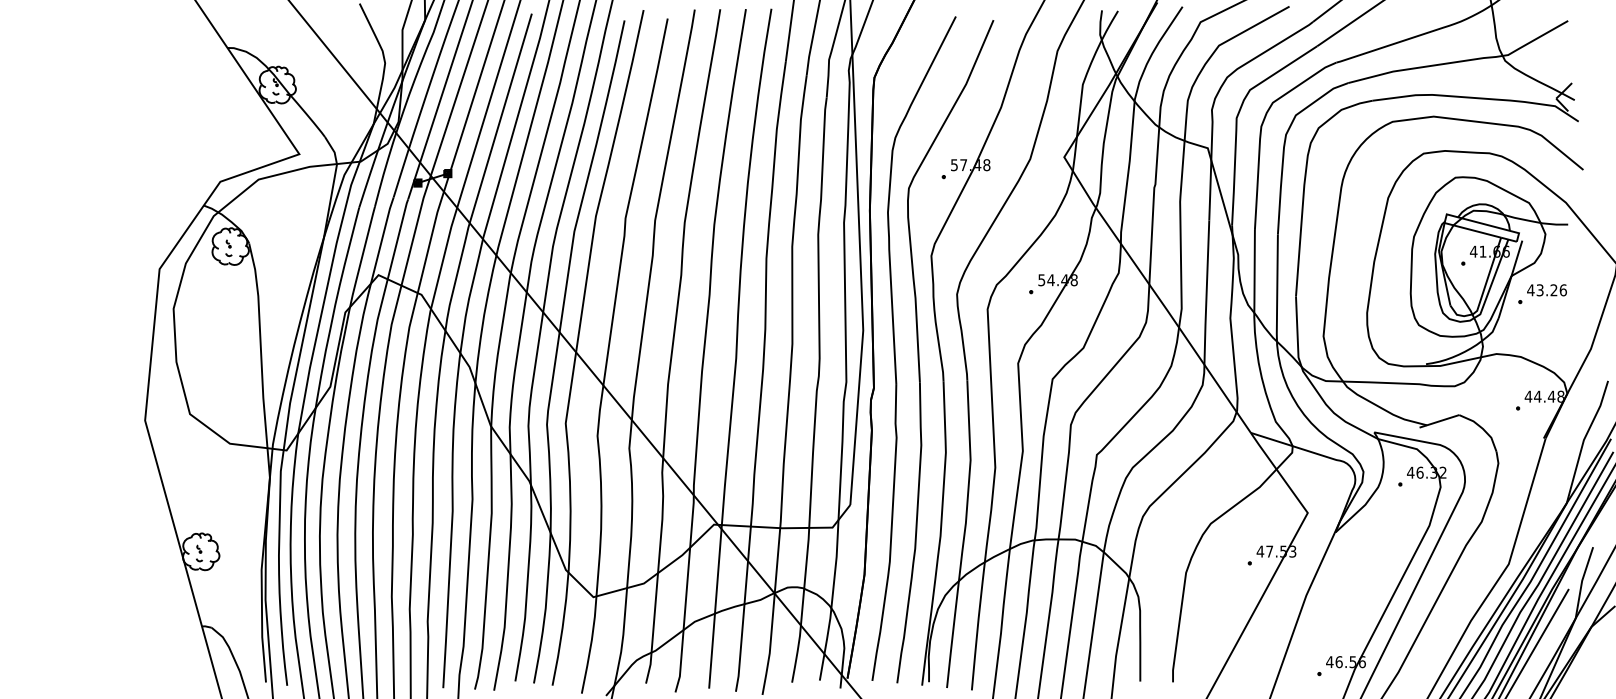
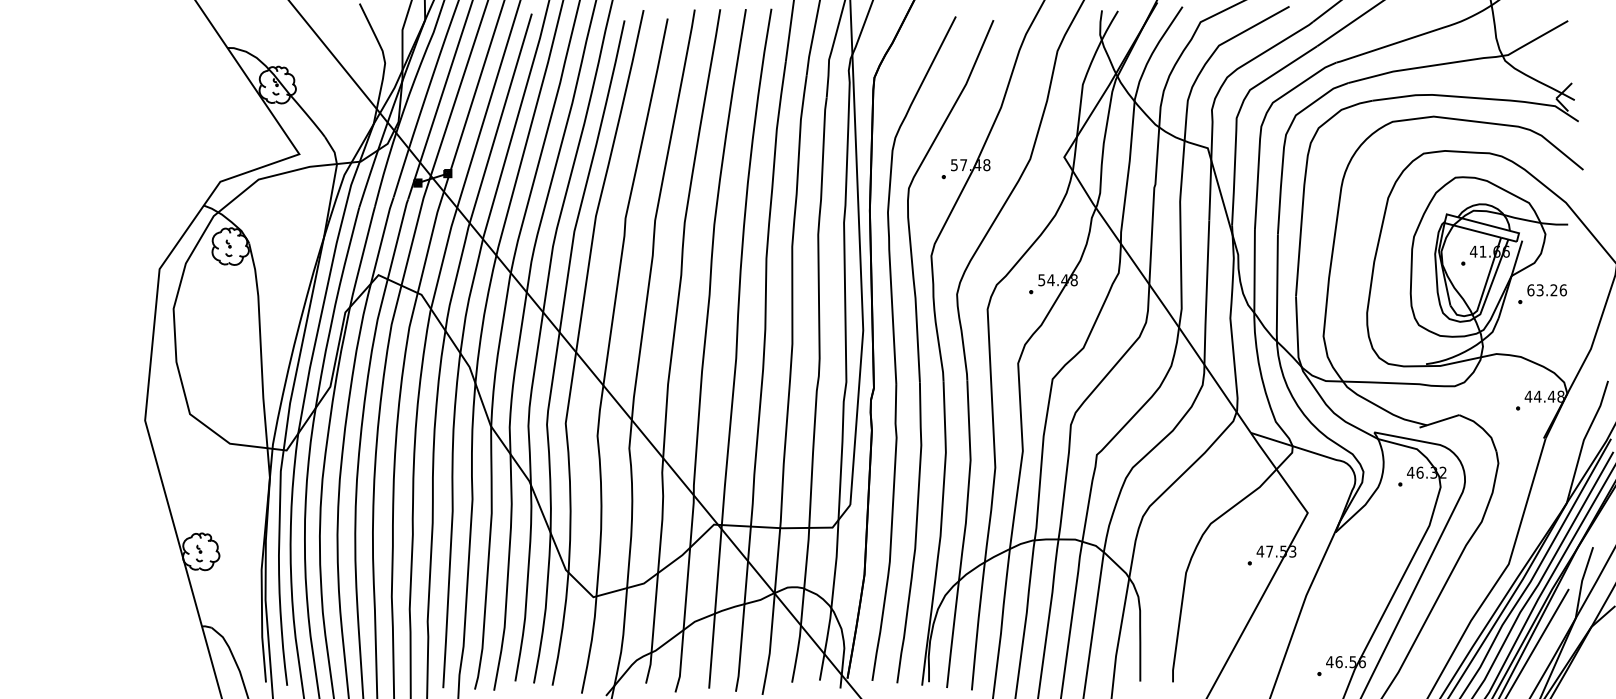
text at (1530, 290): 43.26 -> 63.26
